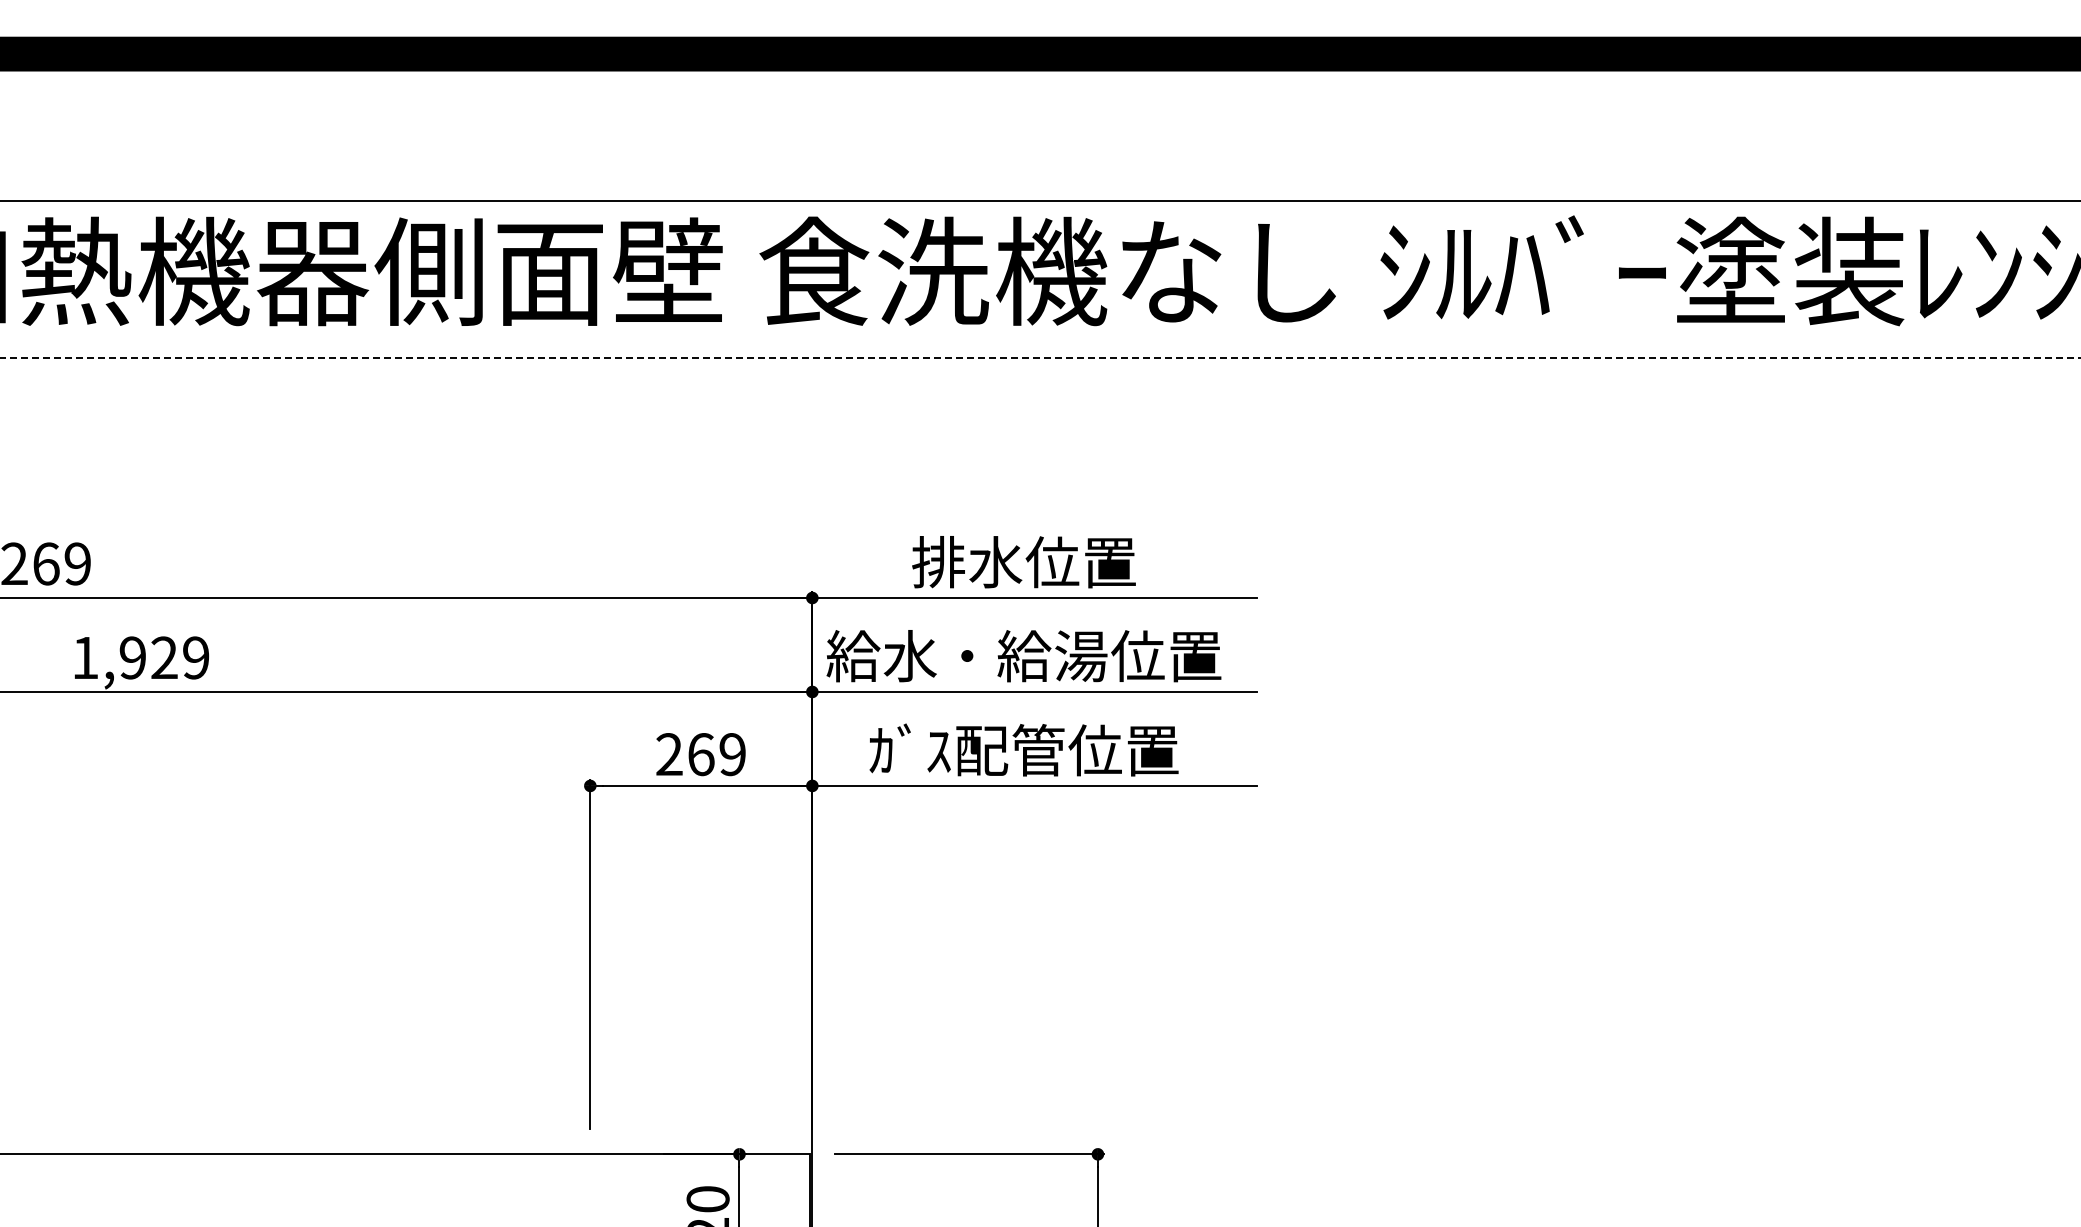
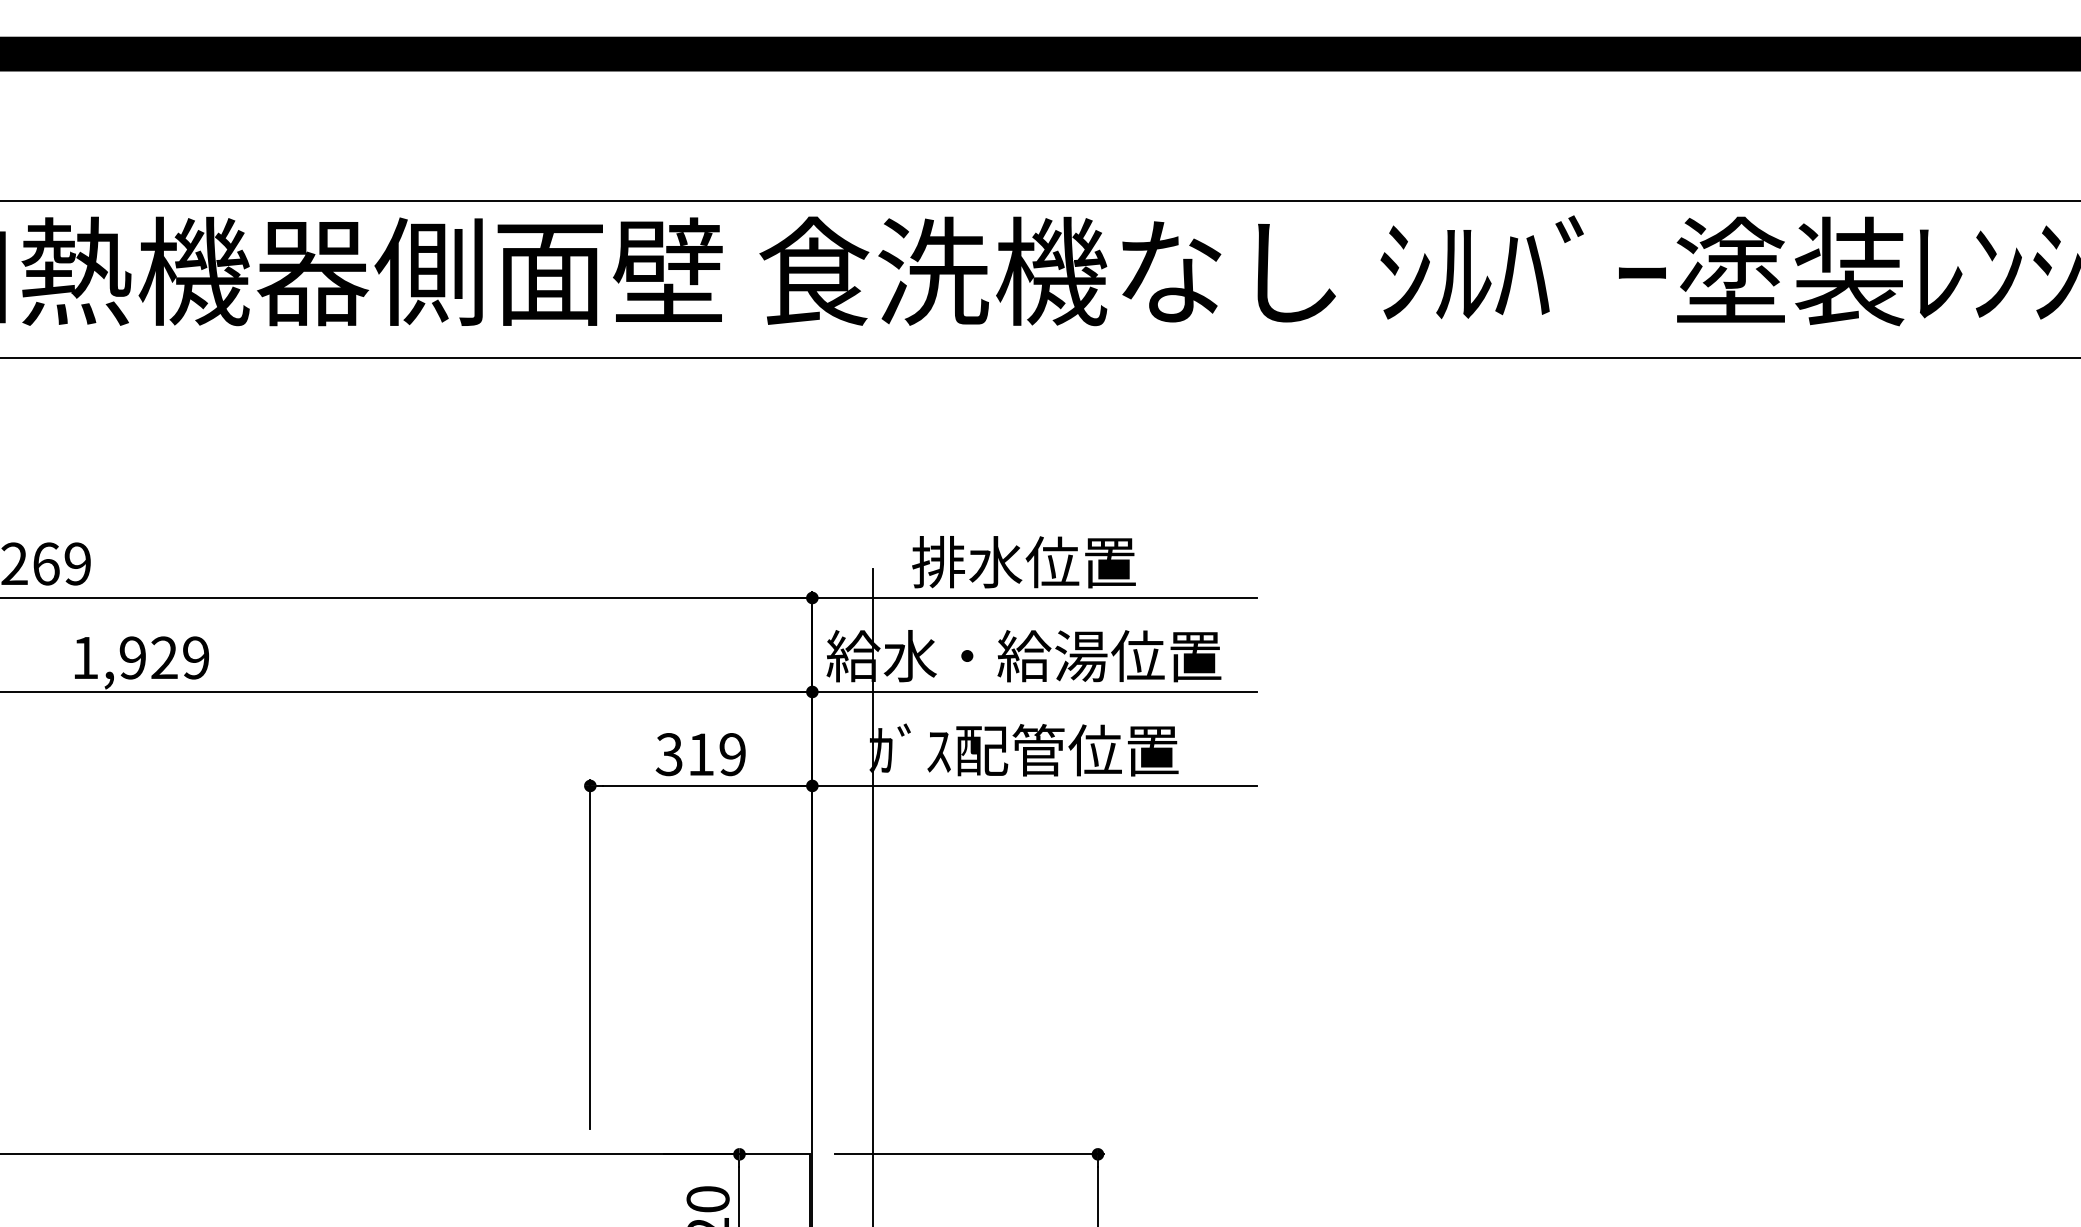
line at (1041, 357): dashed -> solid
text at (684, 754): 269 -> 319
line at (873, 895): none -> present
